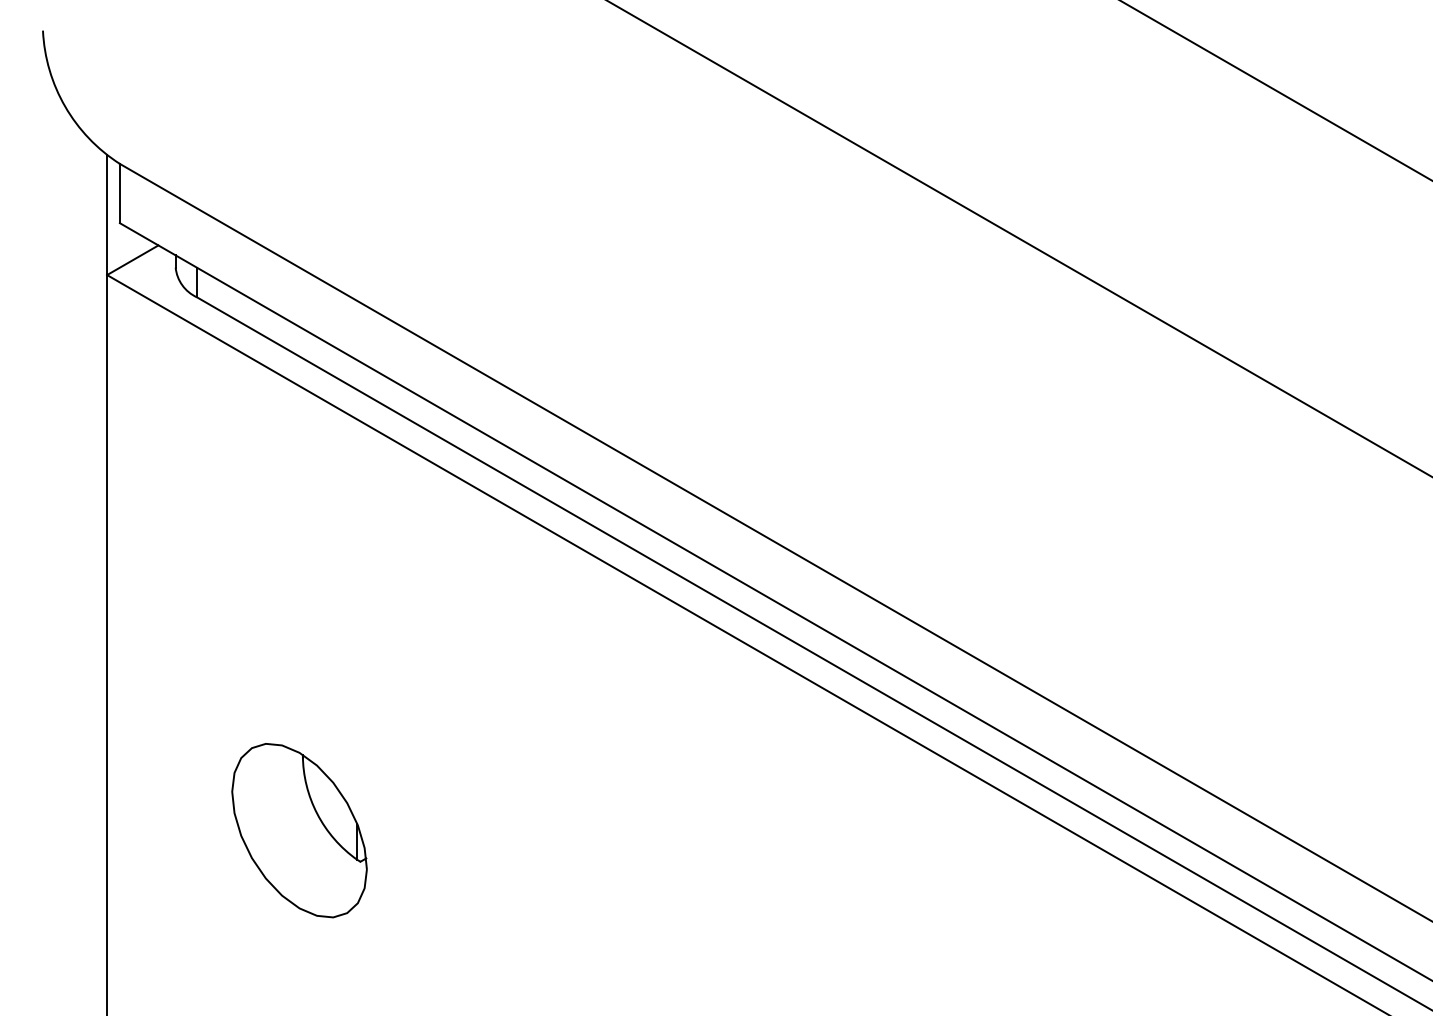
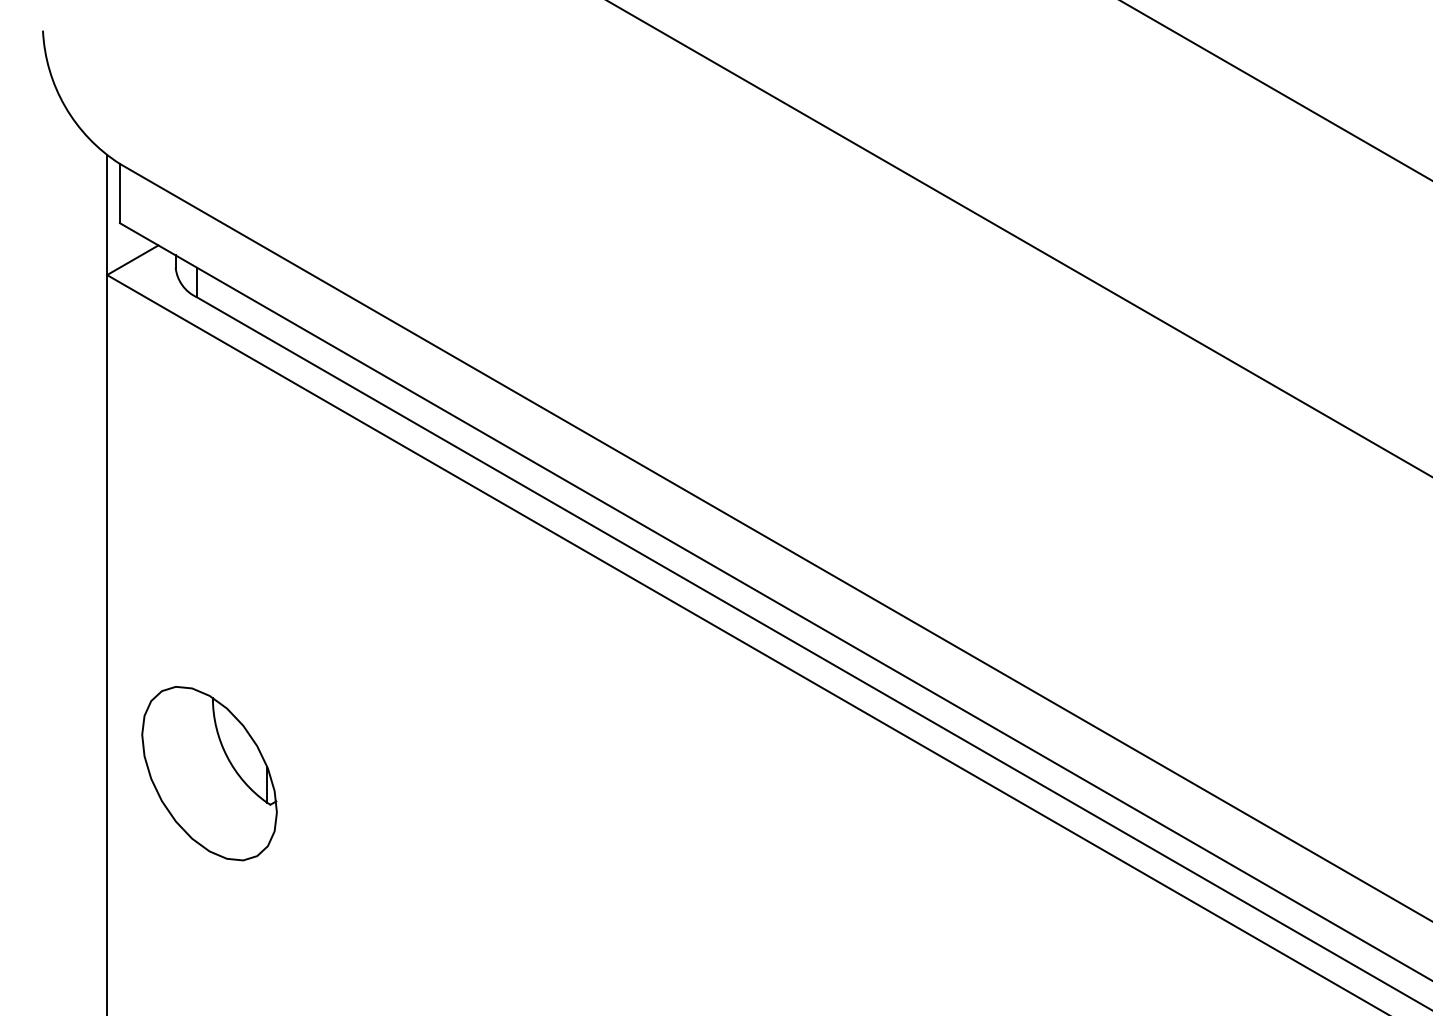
part at (299, 830) position: (299, 830) -> (209, 773)
